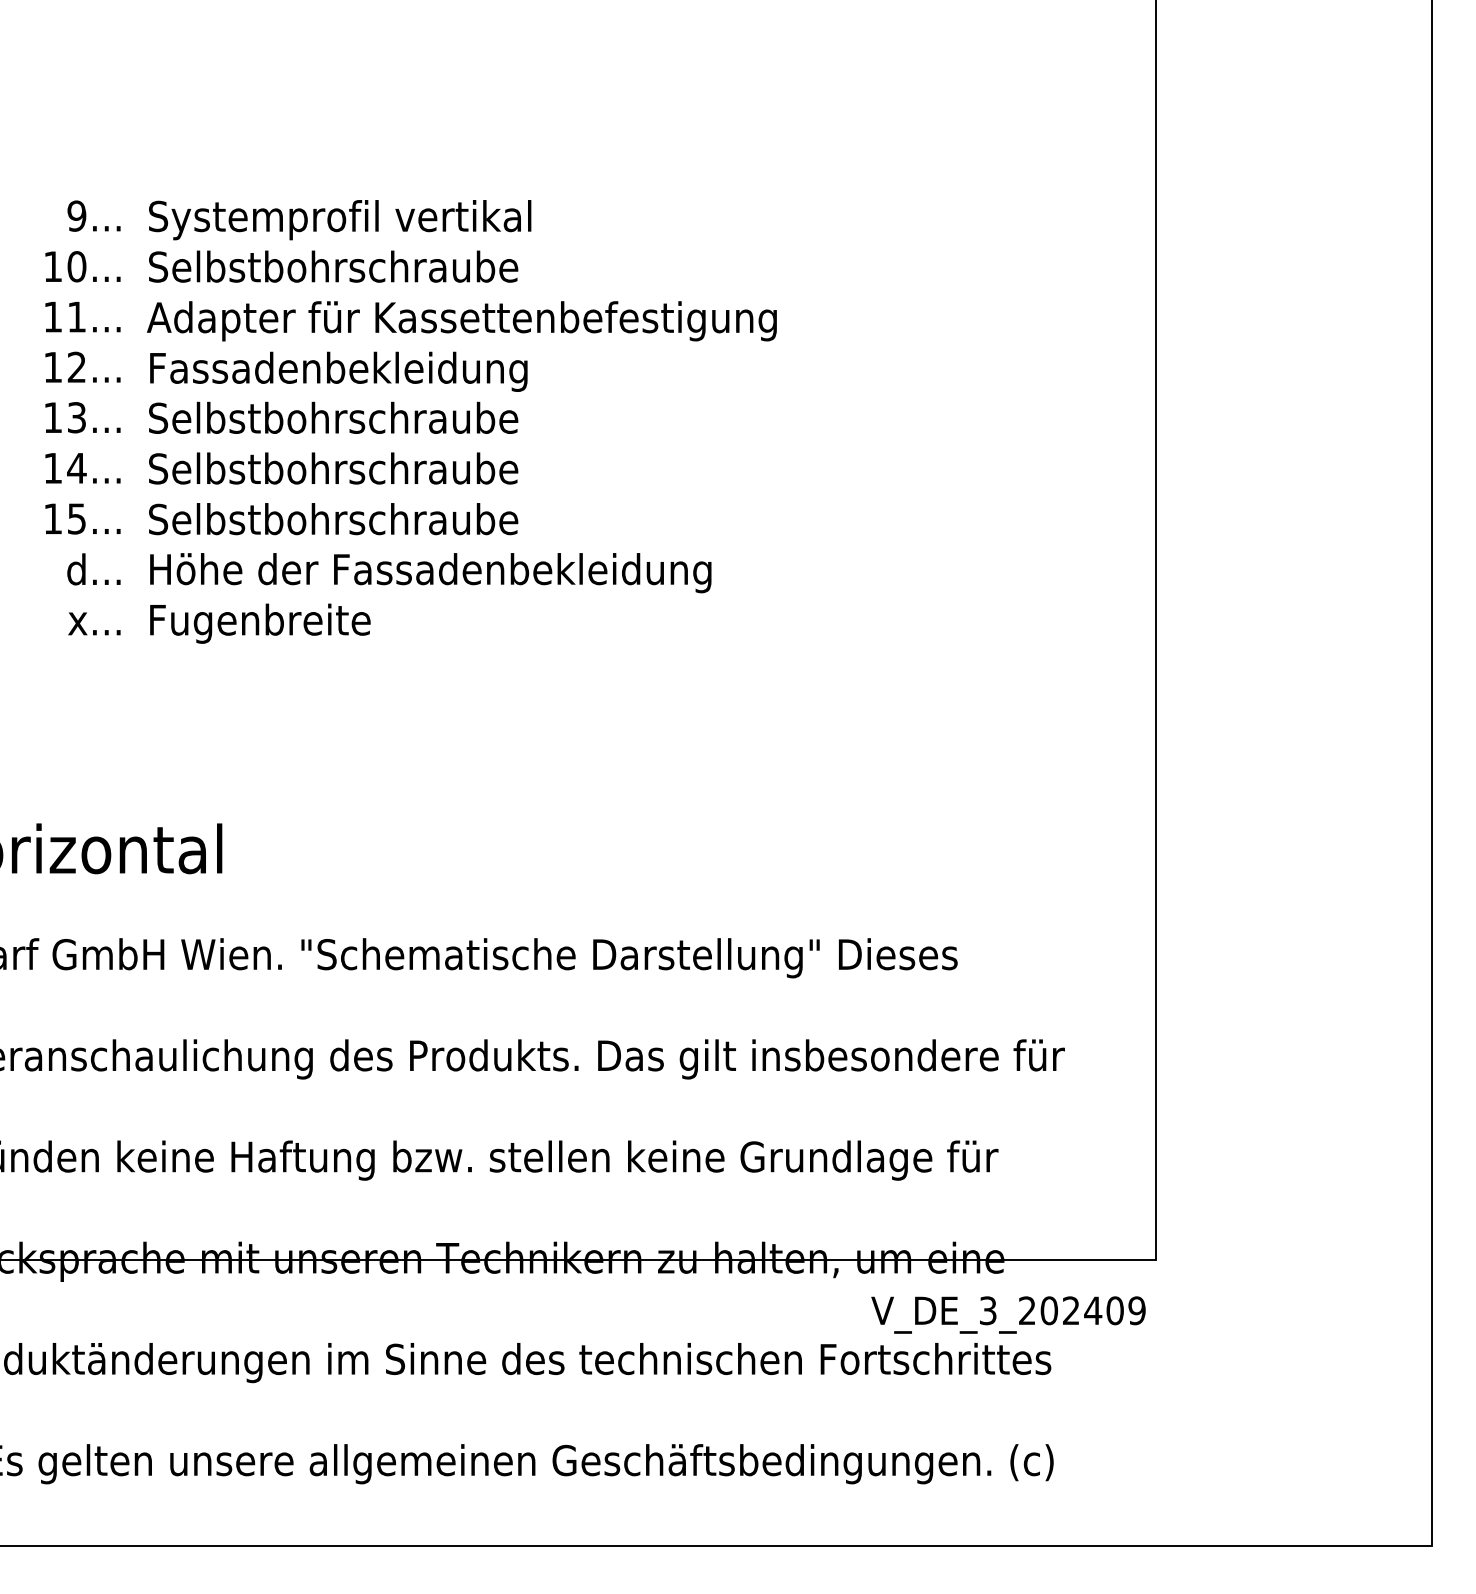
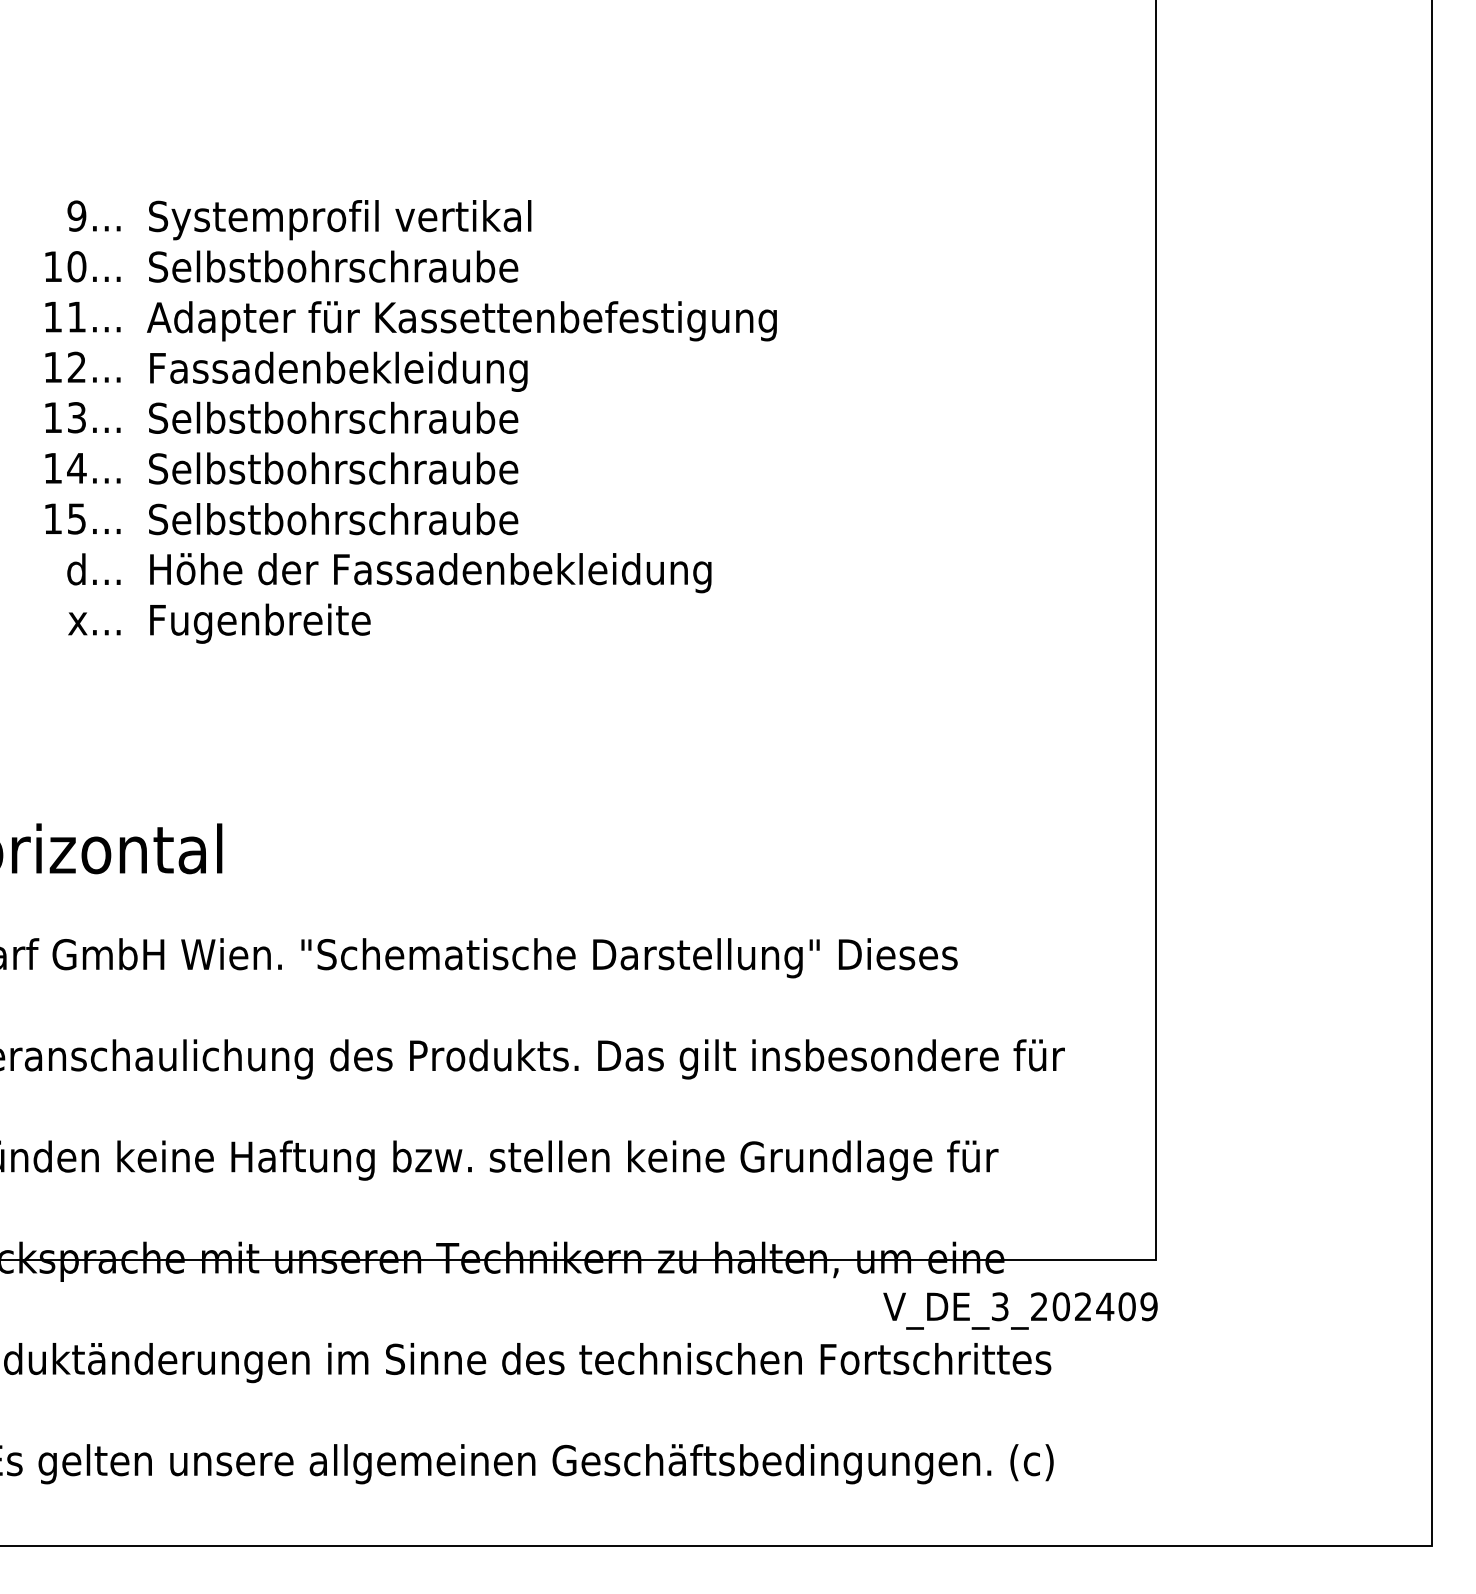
text at (1008, 1314) position: (1008, 1314) -> (1020, 1310)
